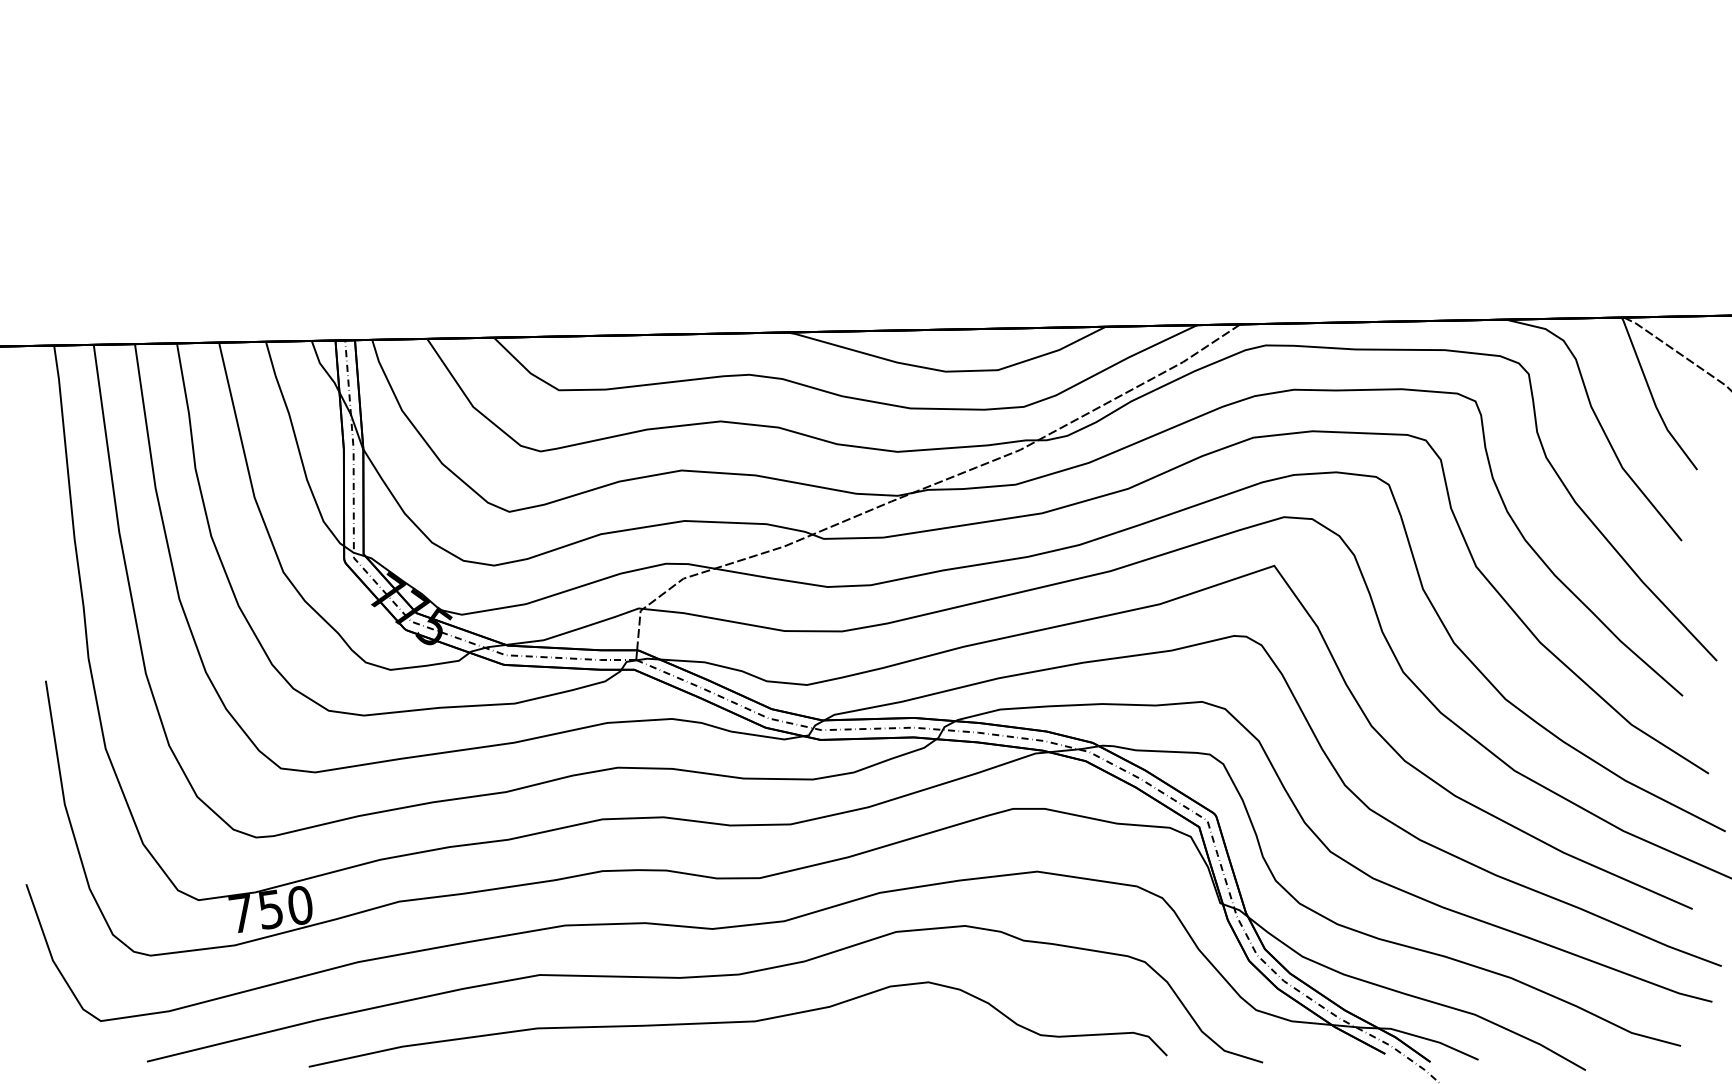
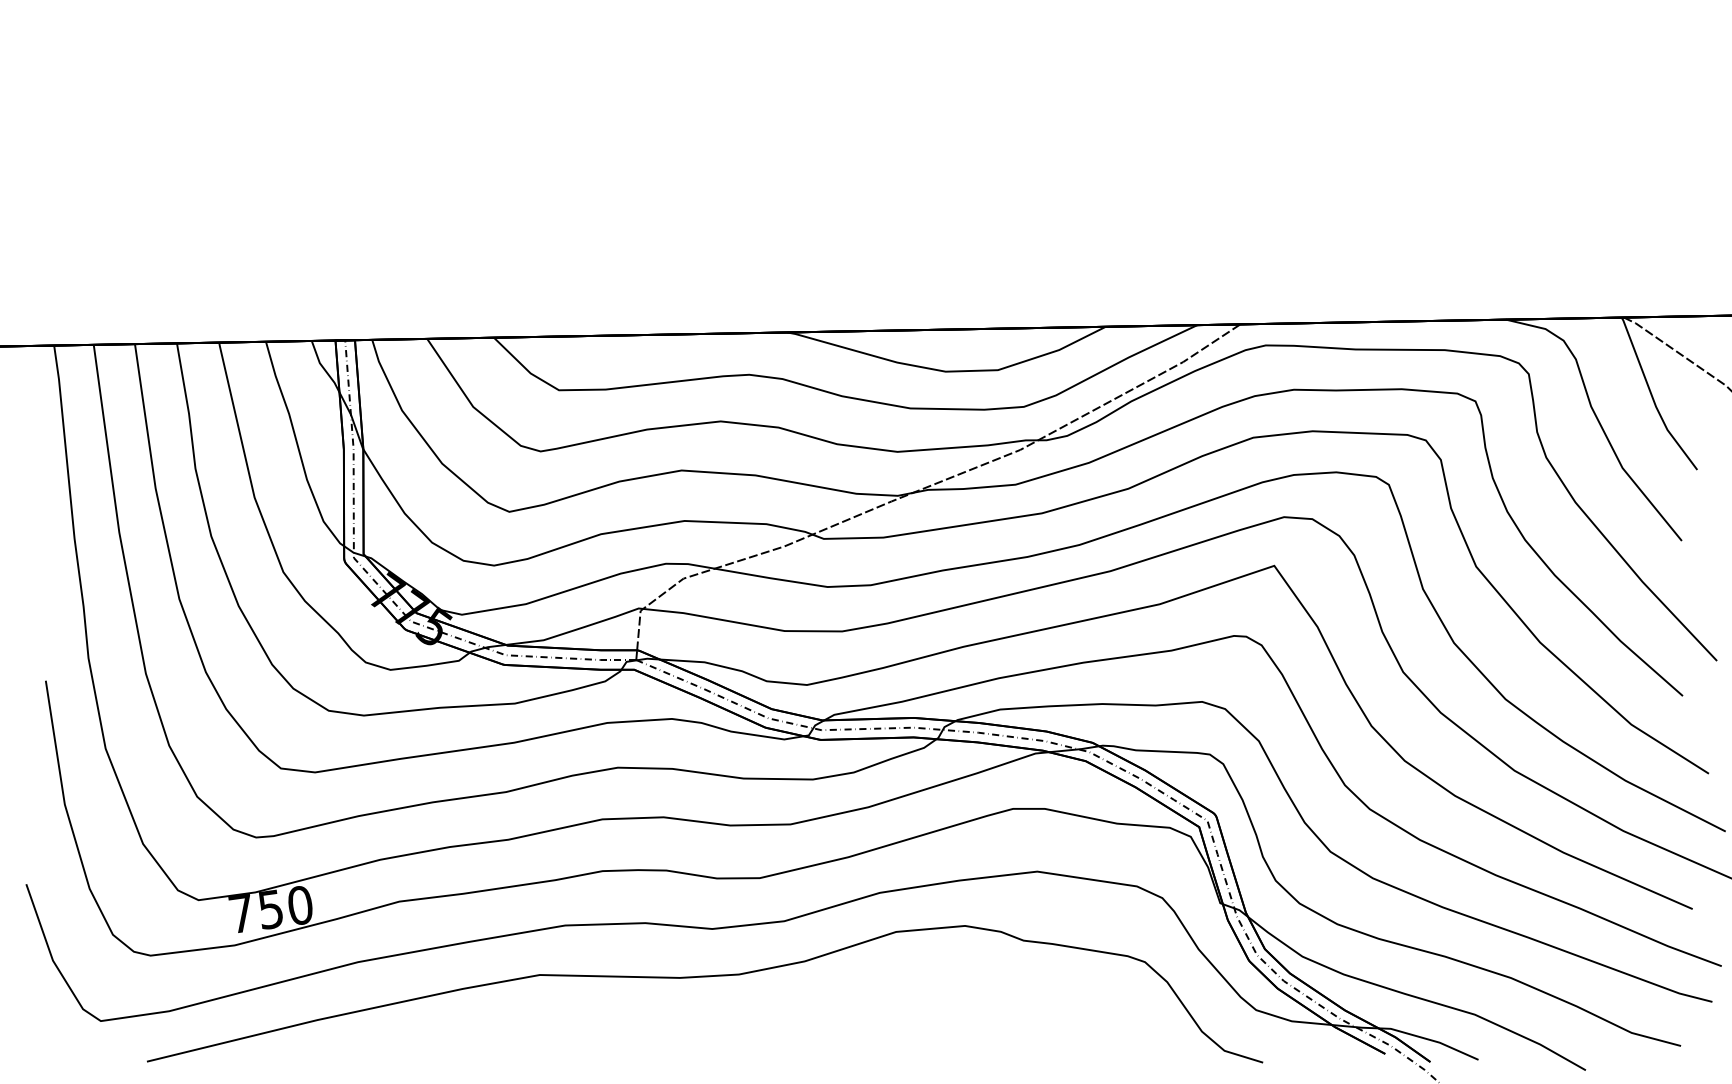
curve at (737, 1022): present -> none
